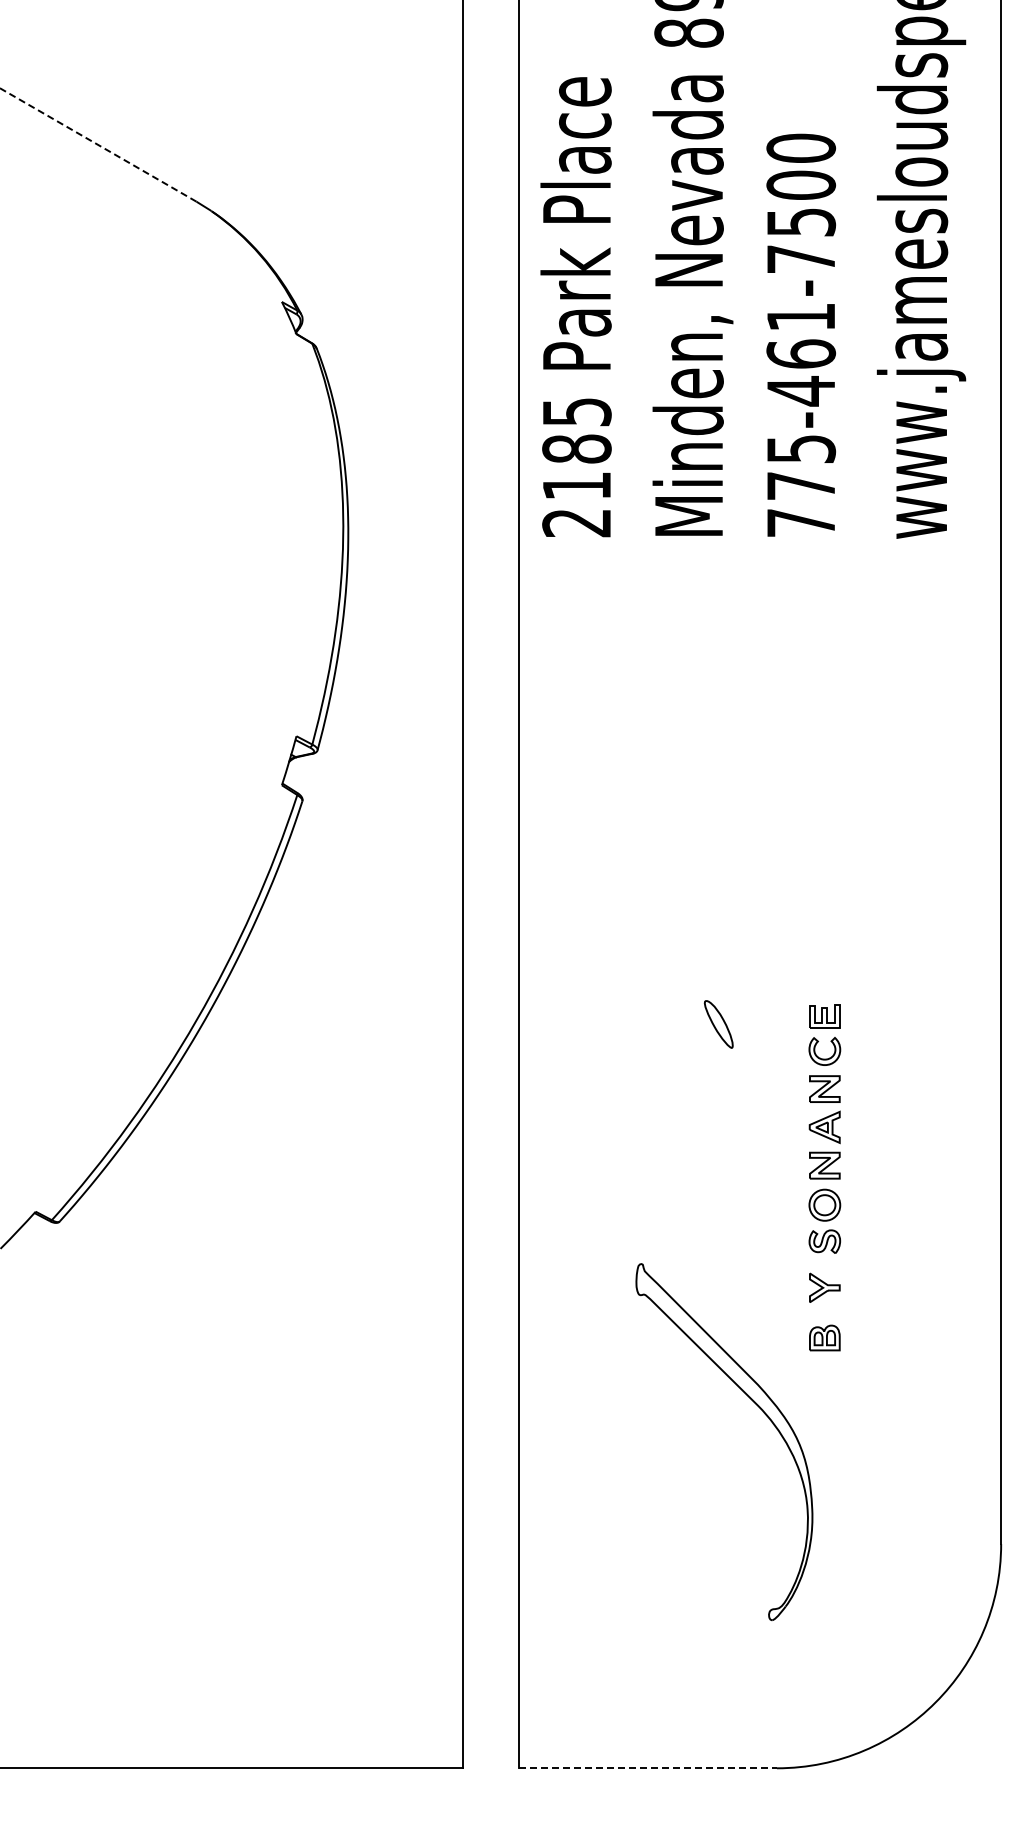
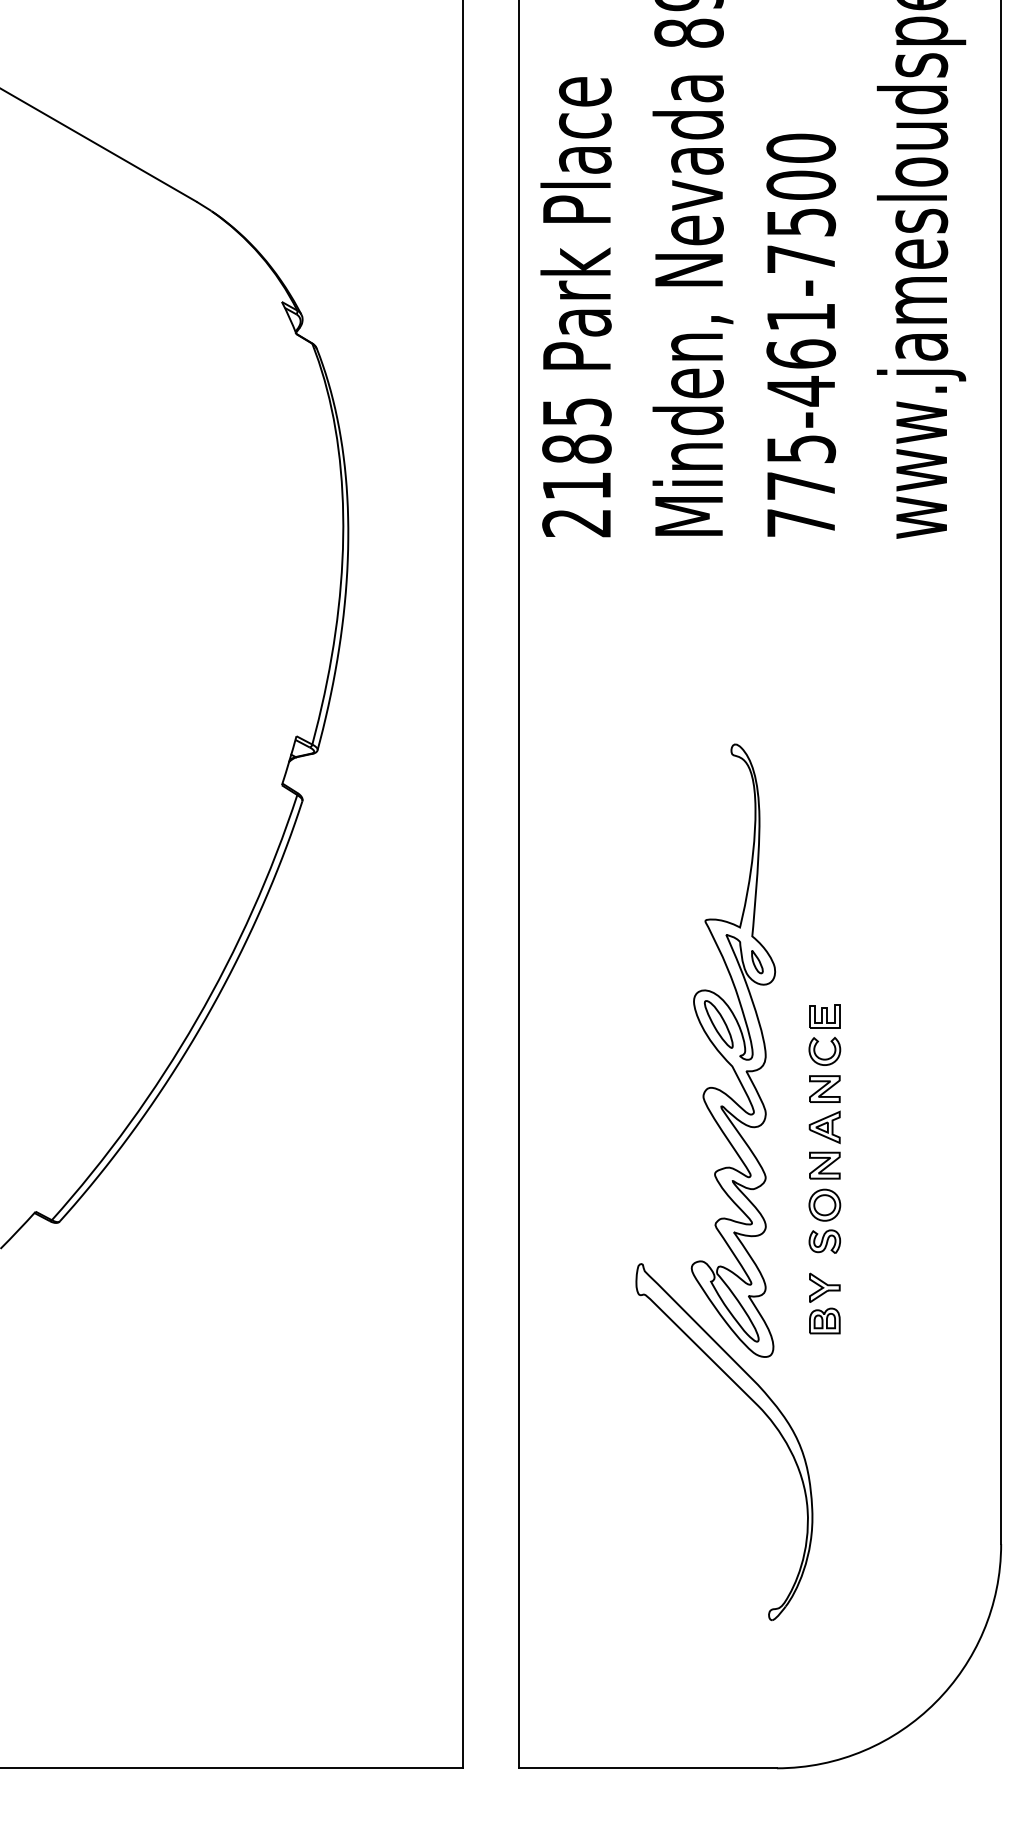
line at (98, 144): dashed -> solid
part at (732, 1050): none -> present
part at (824, 1337) position: (824, 1337) -> (824, 1320)
line at (648, 1768): dashed -> solid
